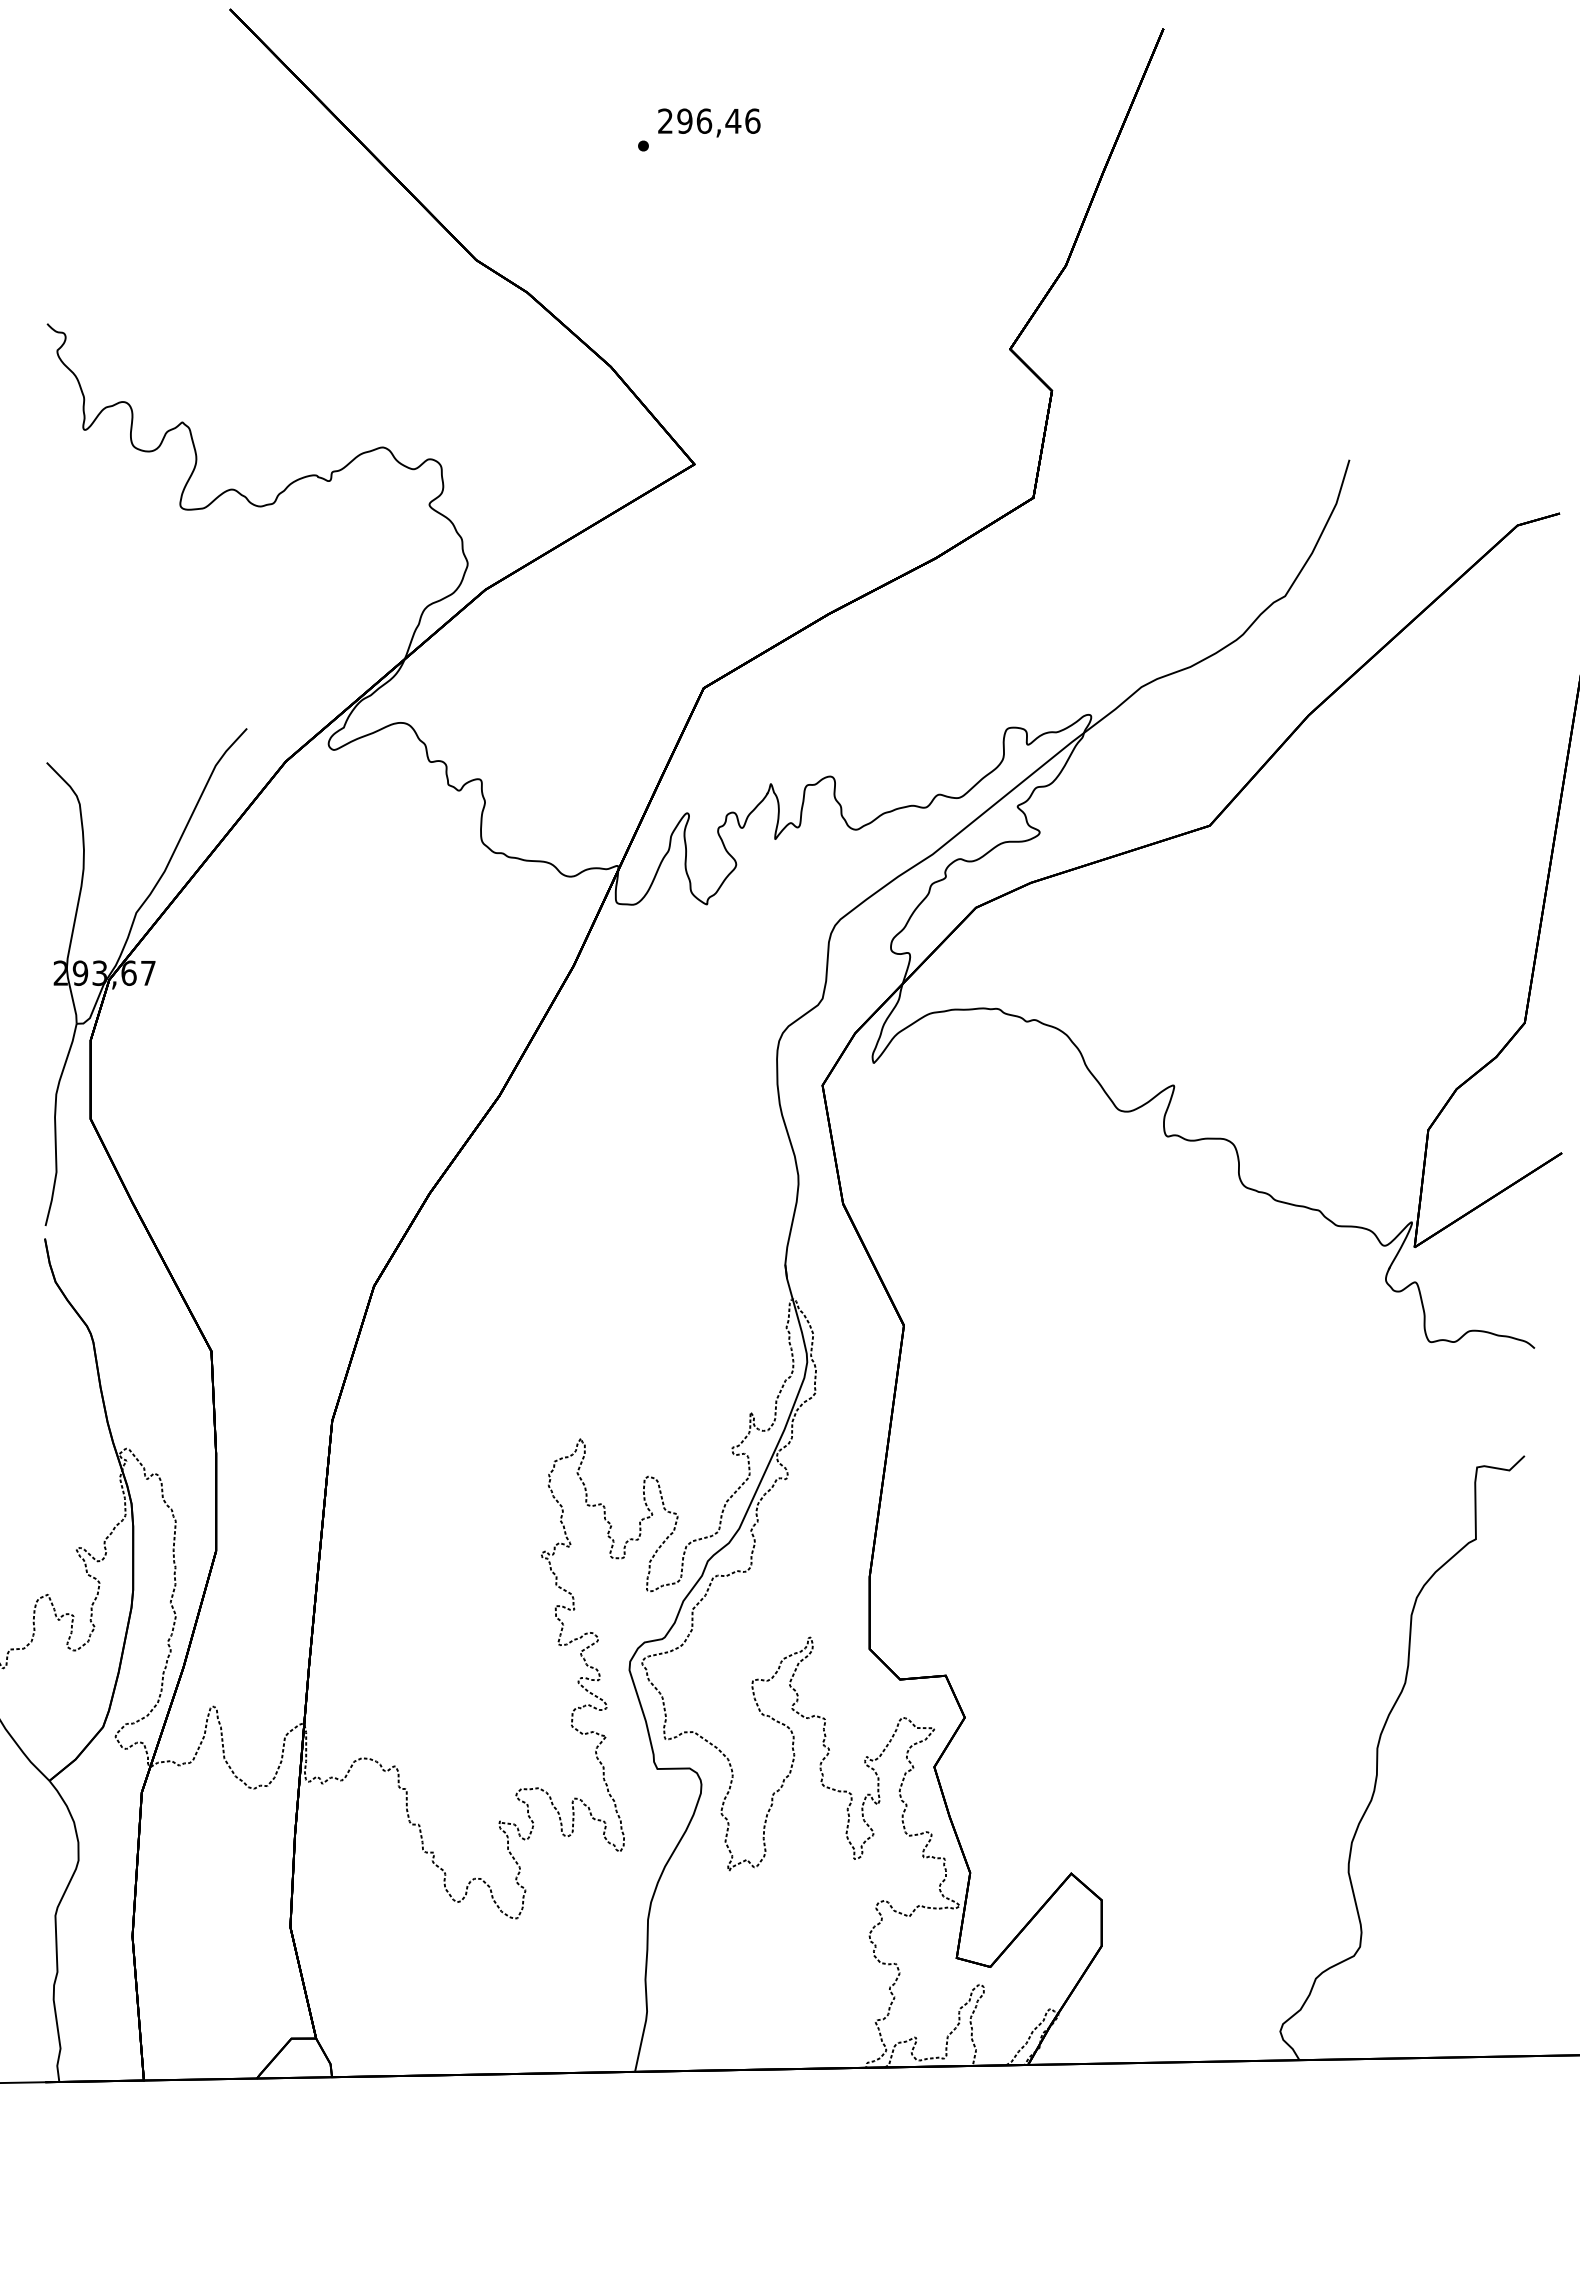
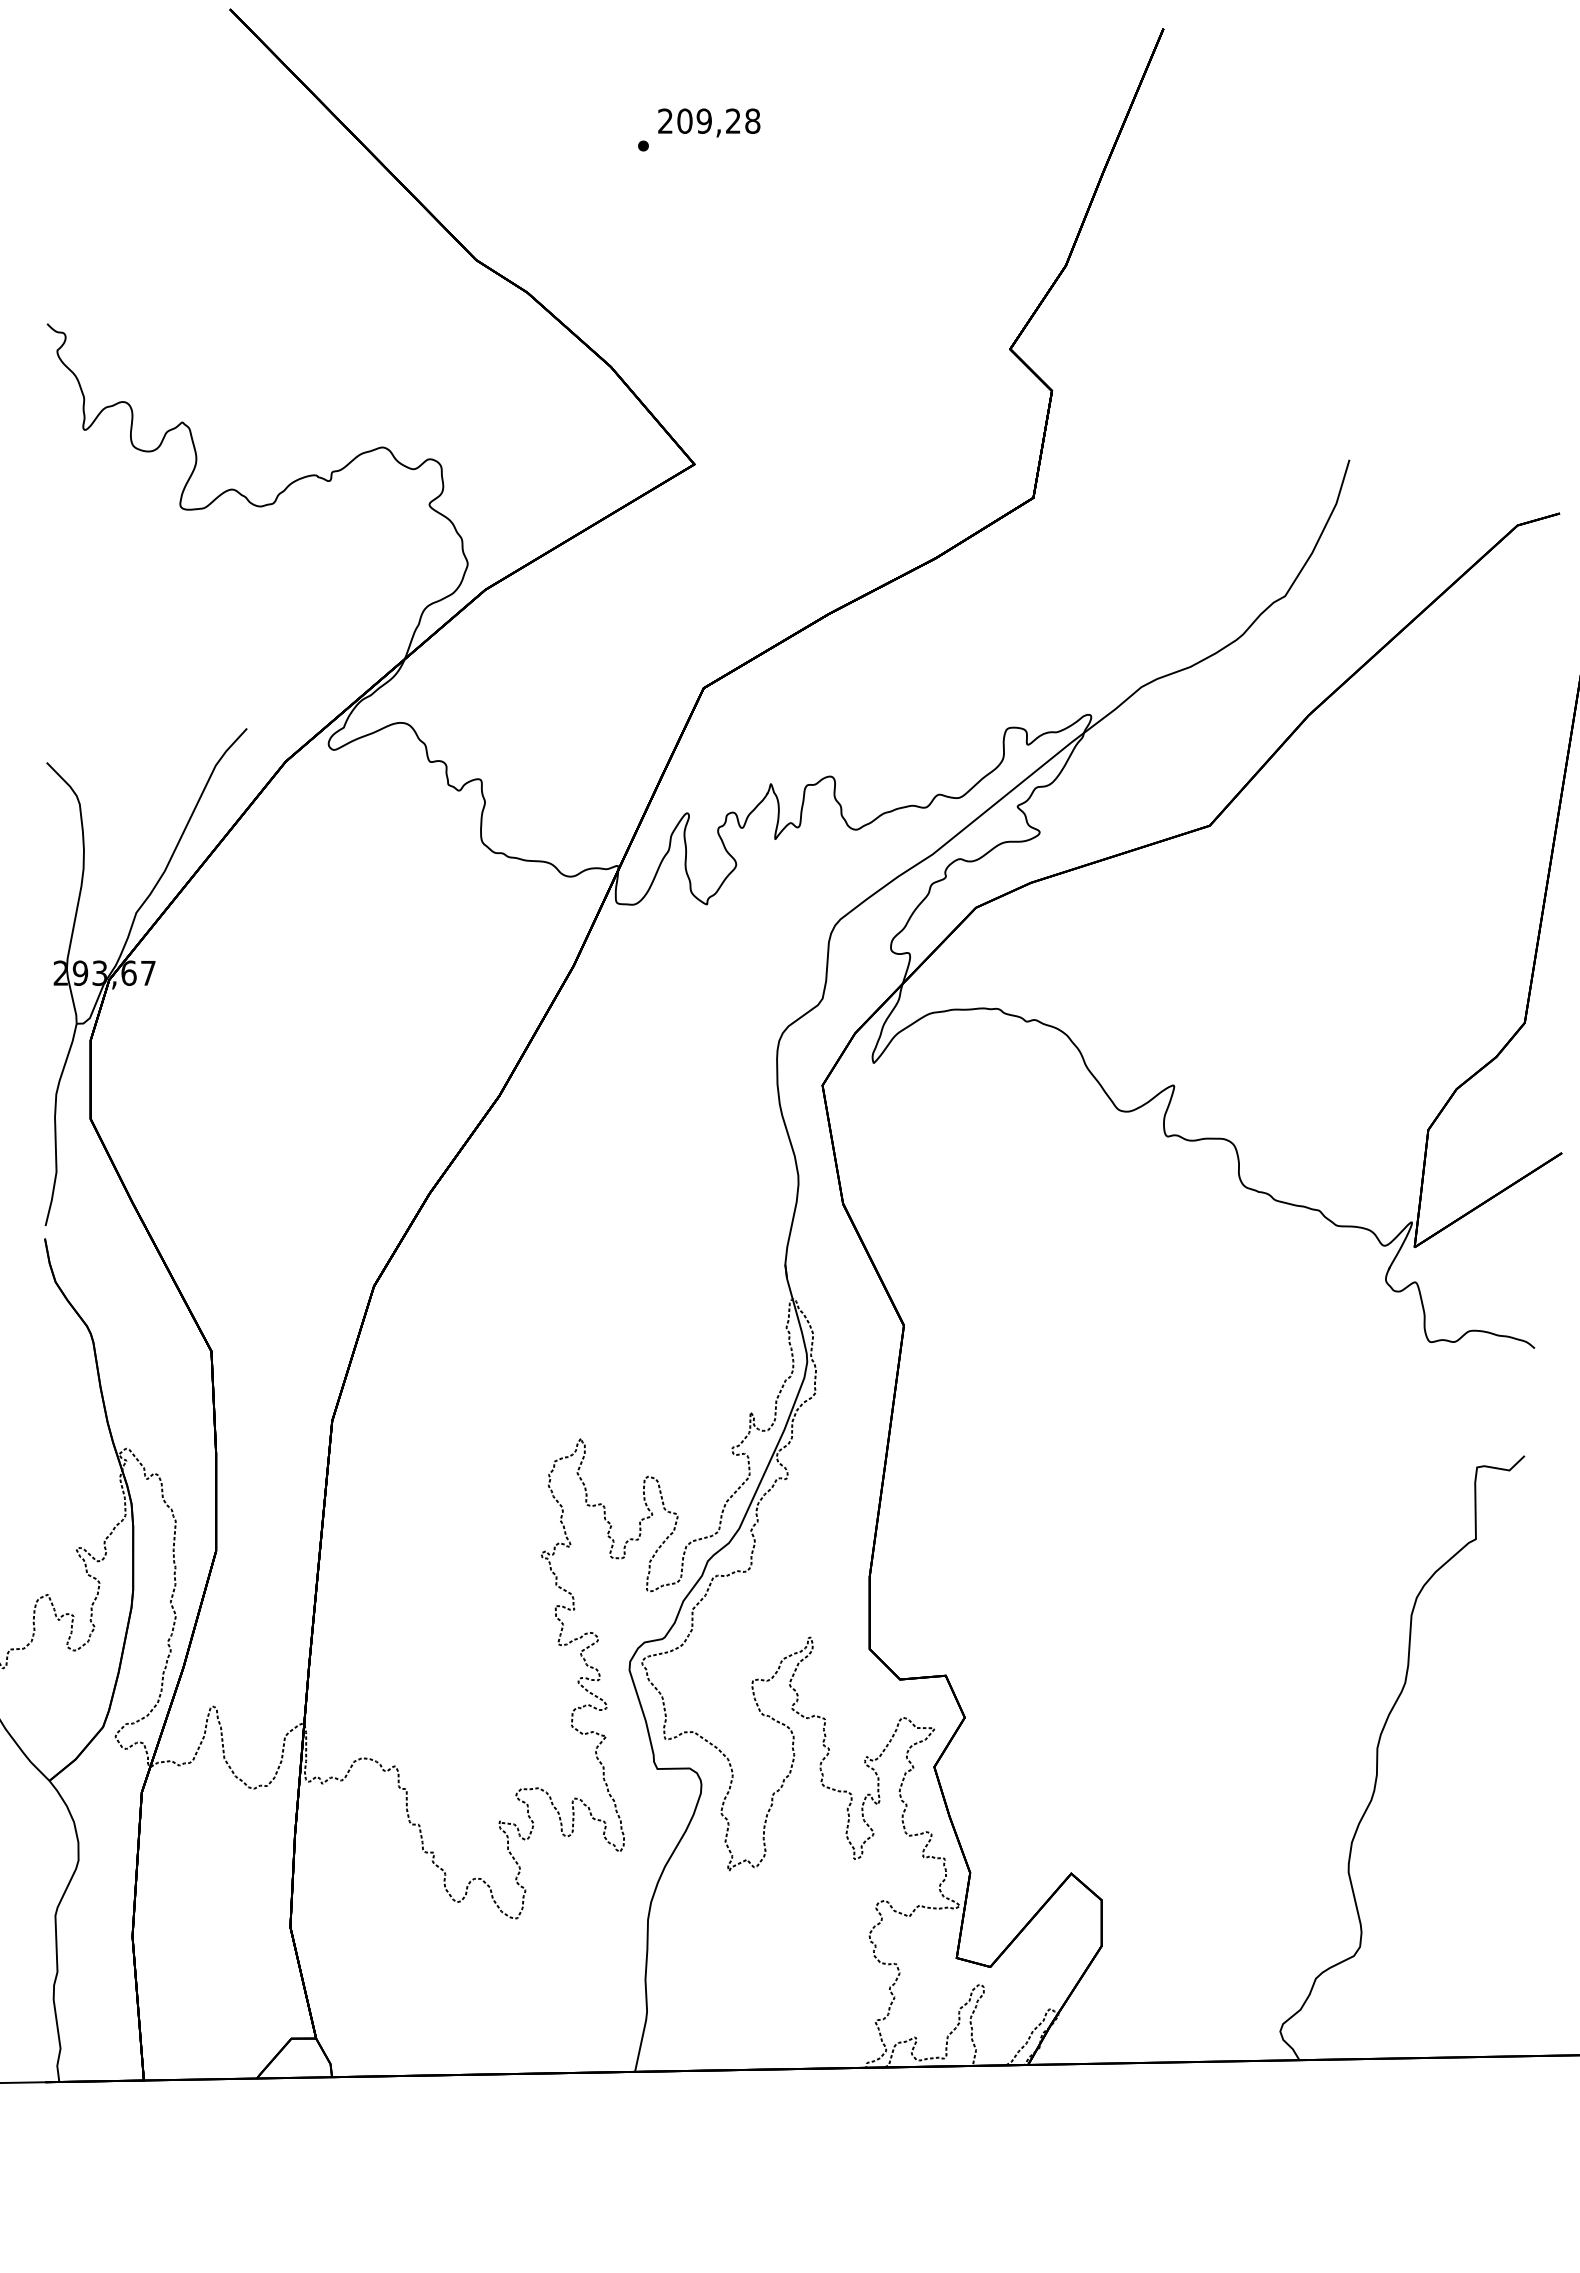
text at (718, 120): 296,46 -> 209,28
